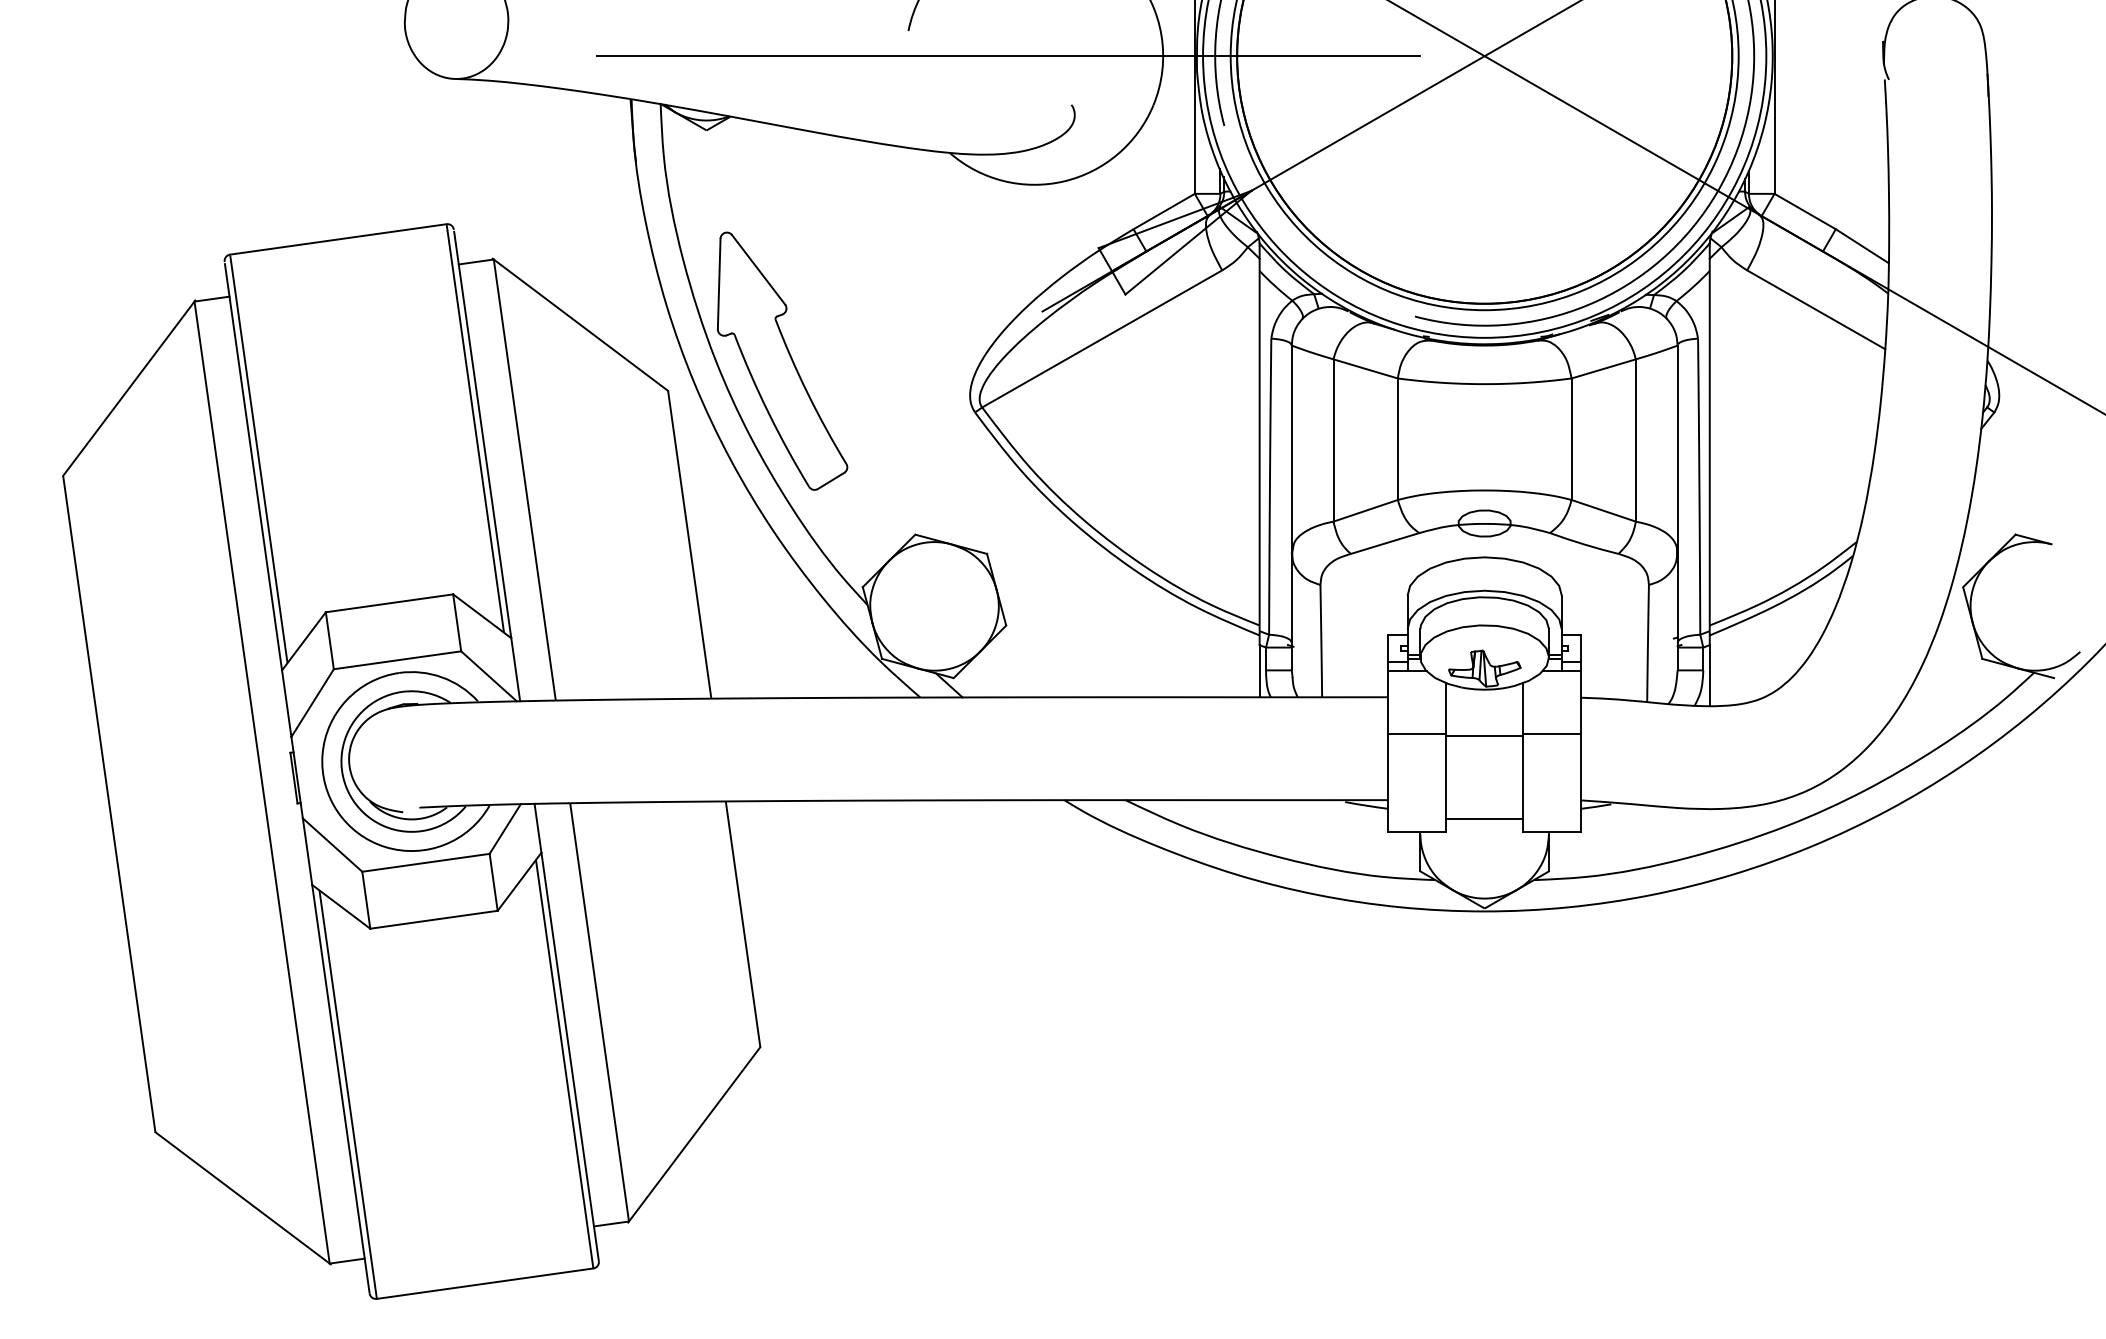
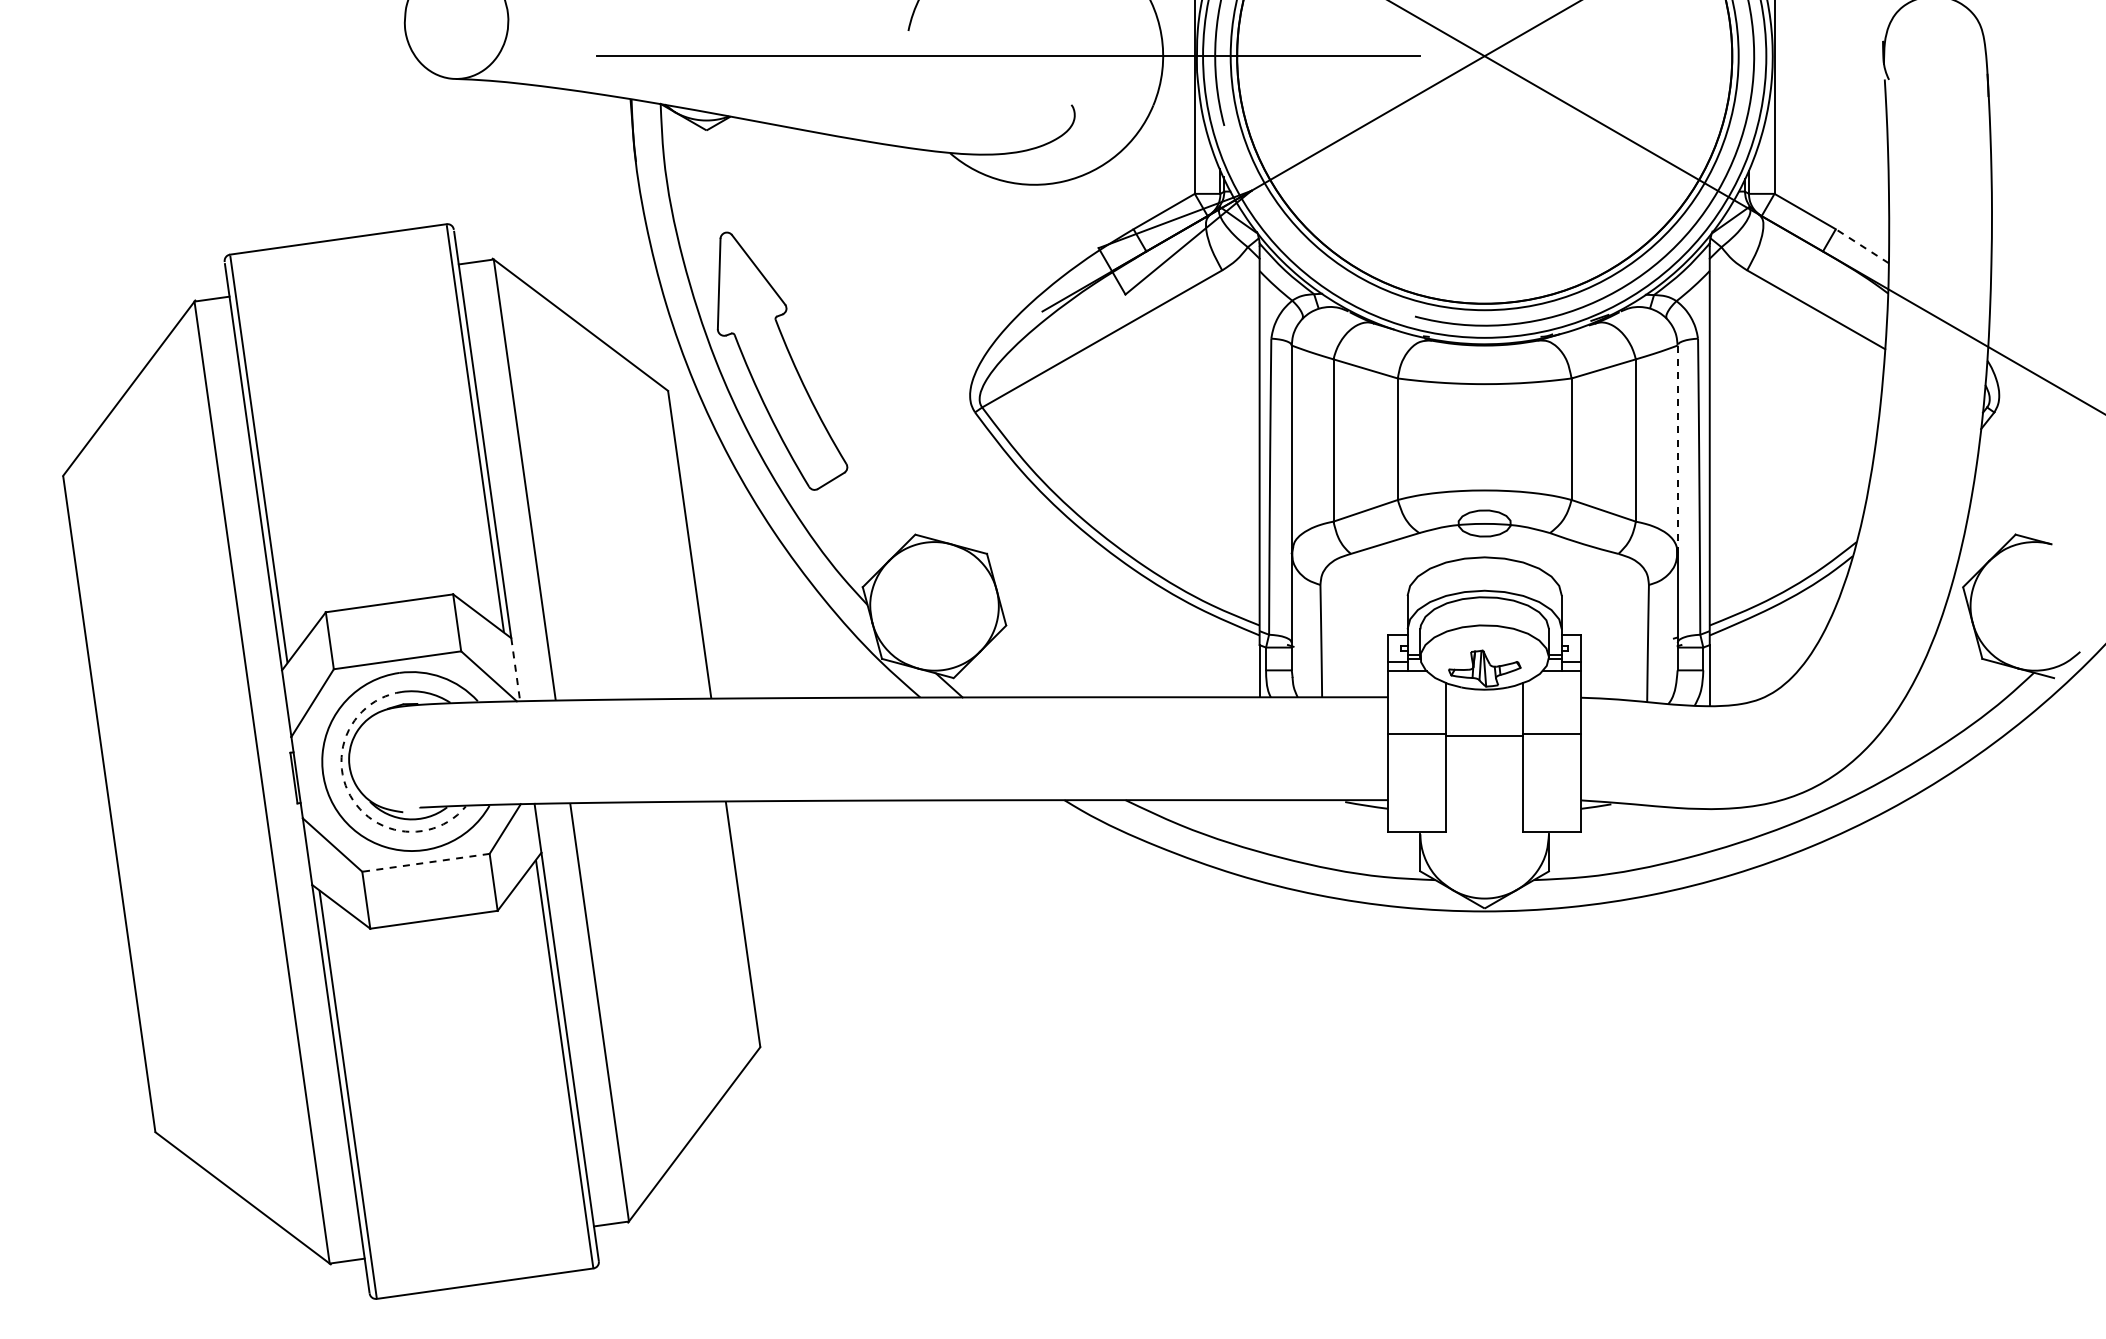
line at (1861, 245): solid -> dashed
line at (1677, 449): solid -> dashed
line at (515, 669): solid -> dashed
arc at (350, 795): solid -> dashed
line at (1484, 819): present -> none
line at (425, 862): solid -> dashed
